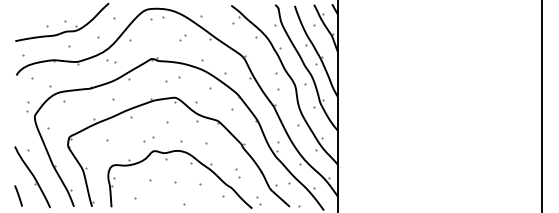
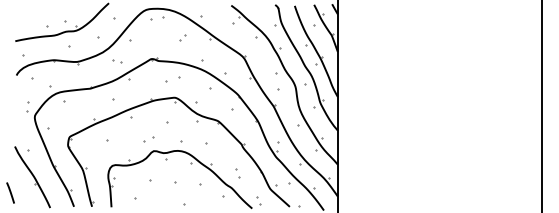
part at (111, 61) position: (111, 61) -> (117, 61)
line at (18, 195) position: (18, 195) -> (10, 192)
